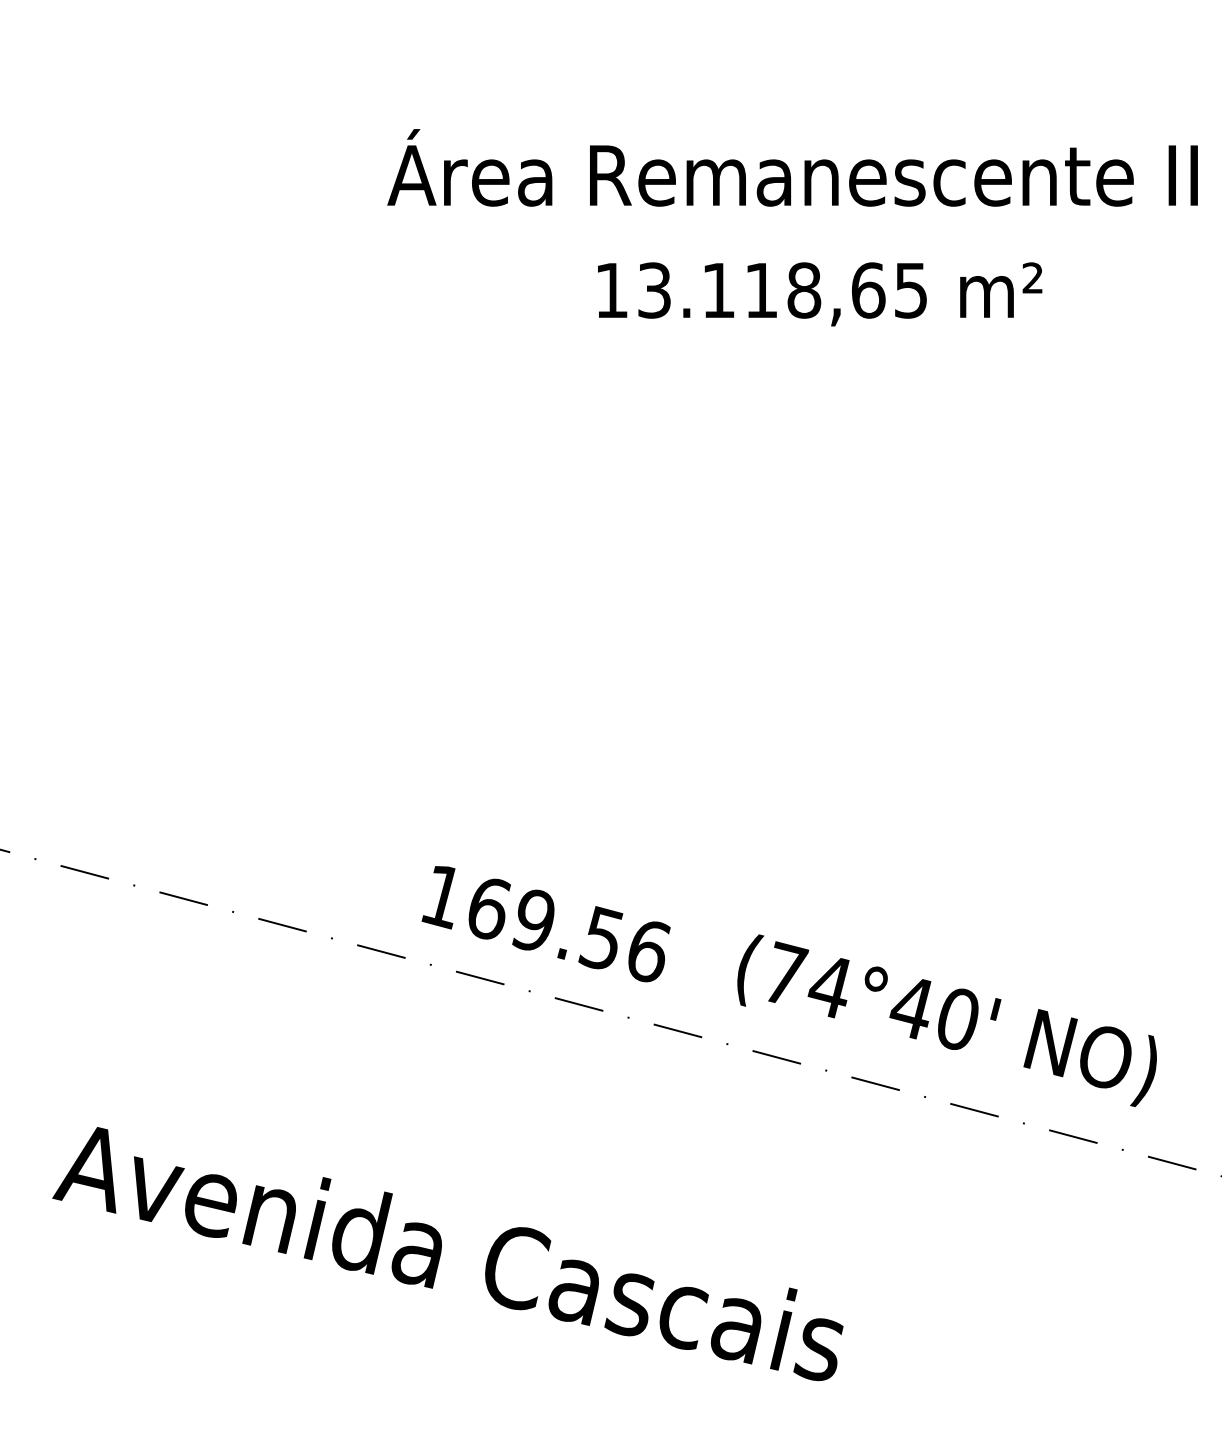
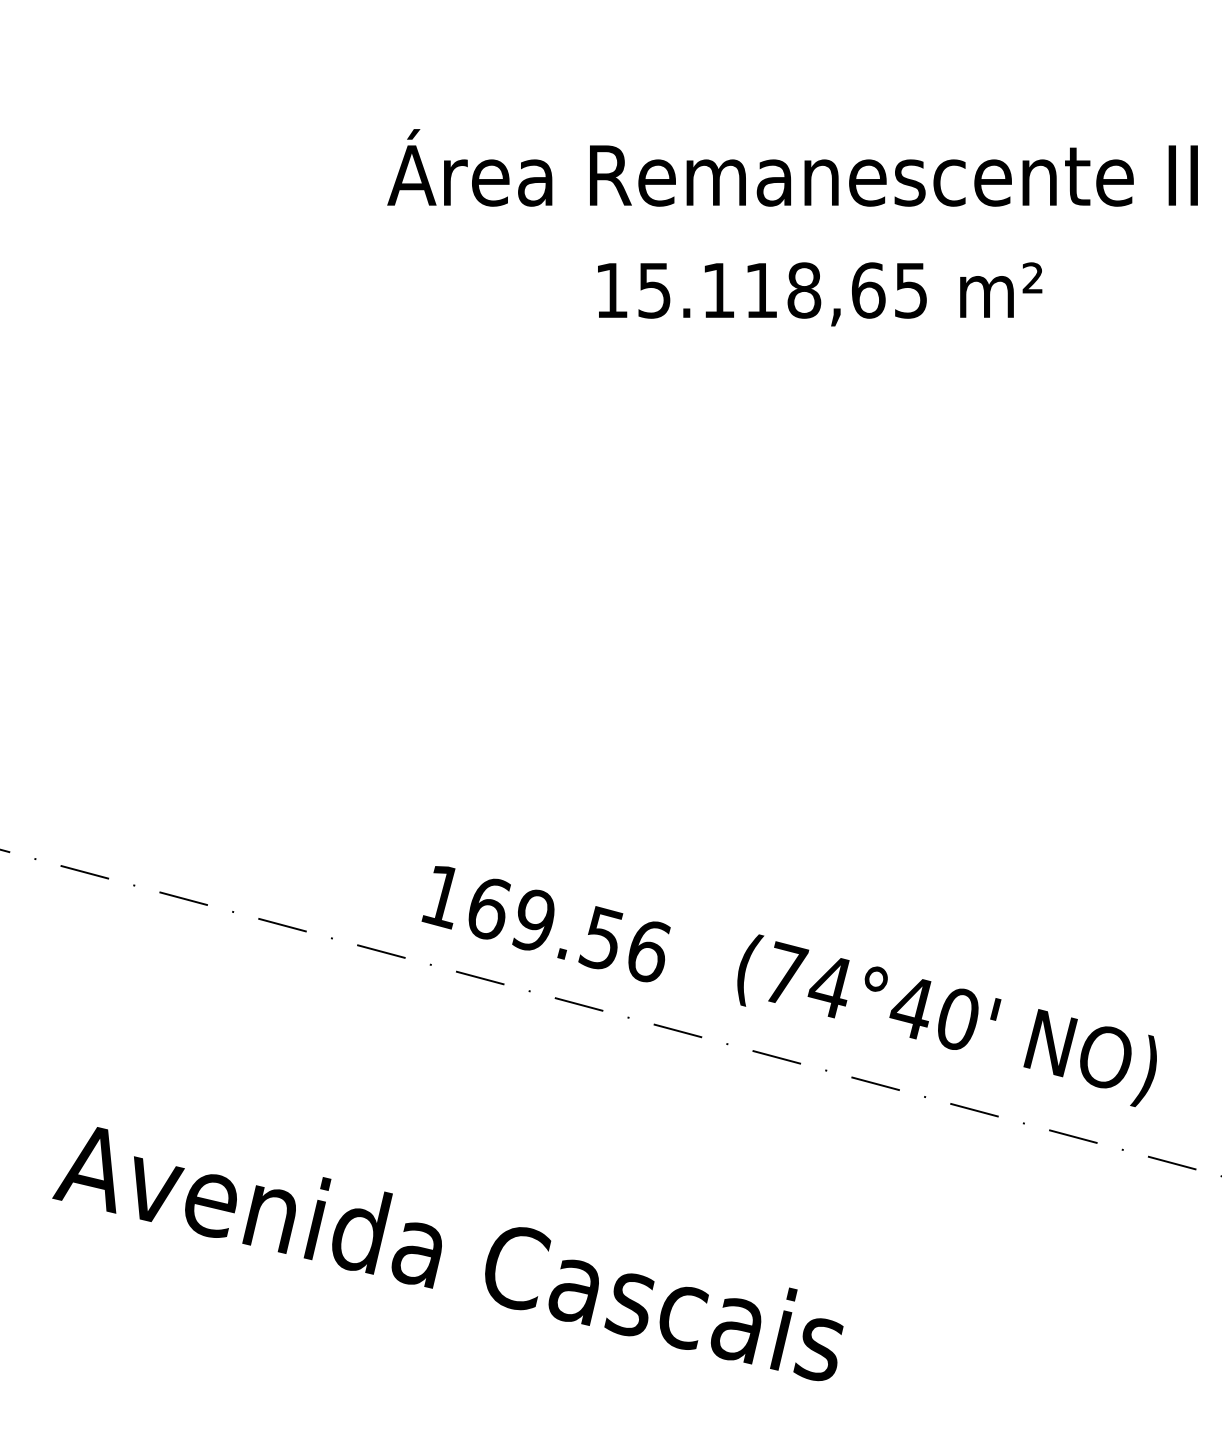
text at (654, 290): 13.118,65 -> 15.118,65
